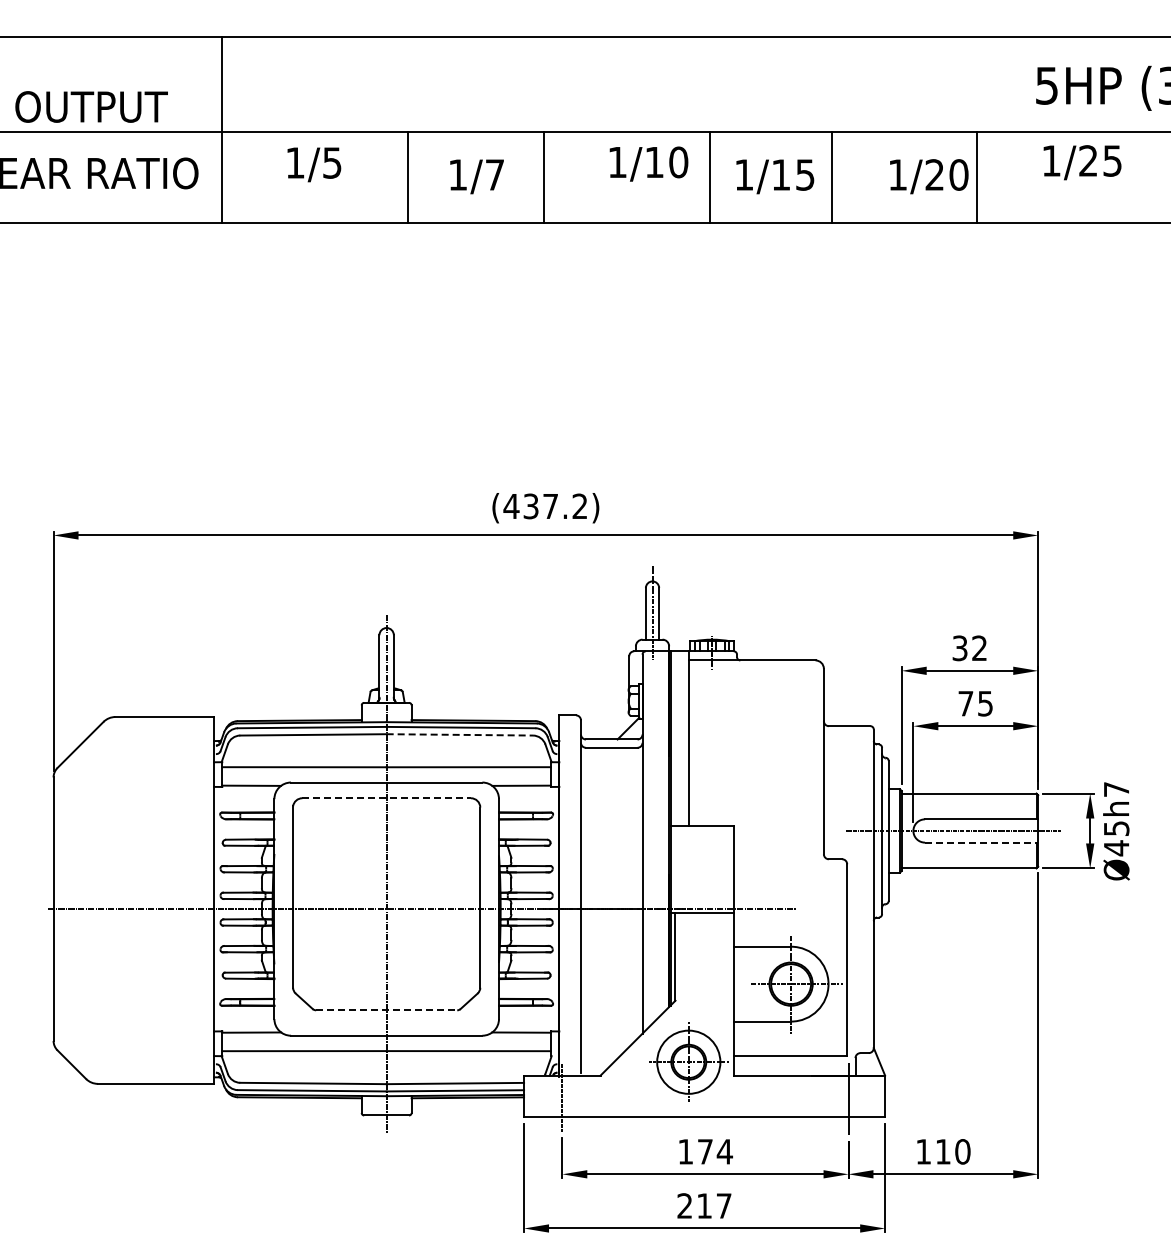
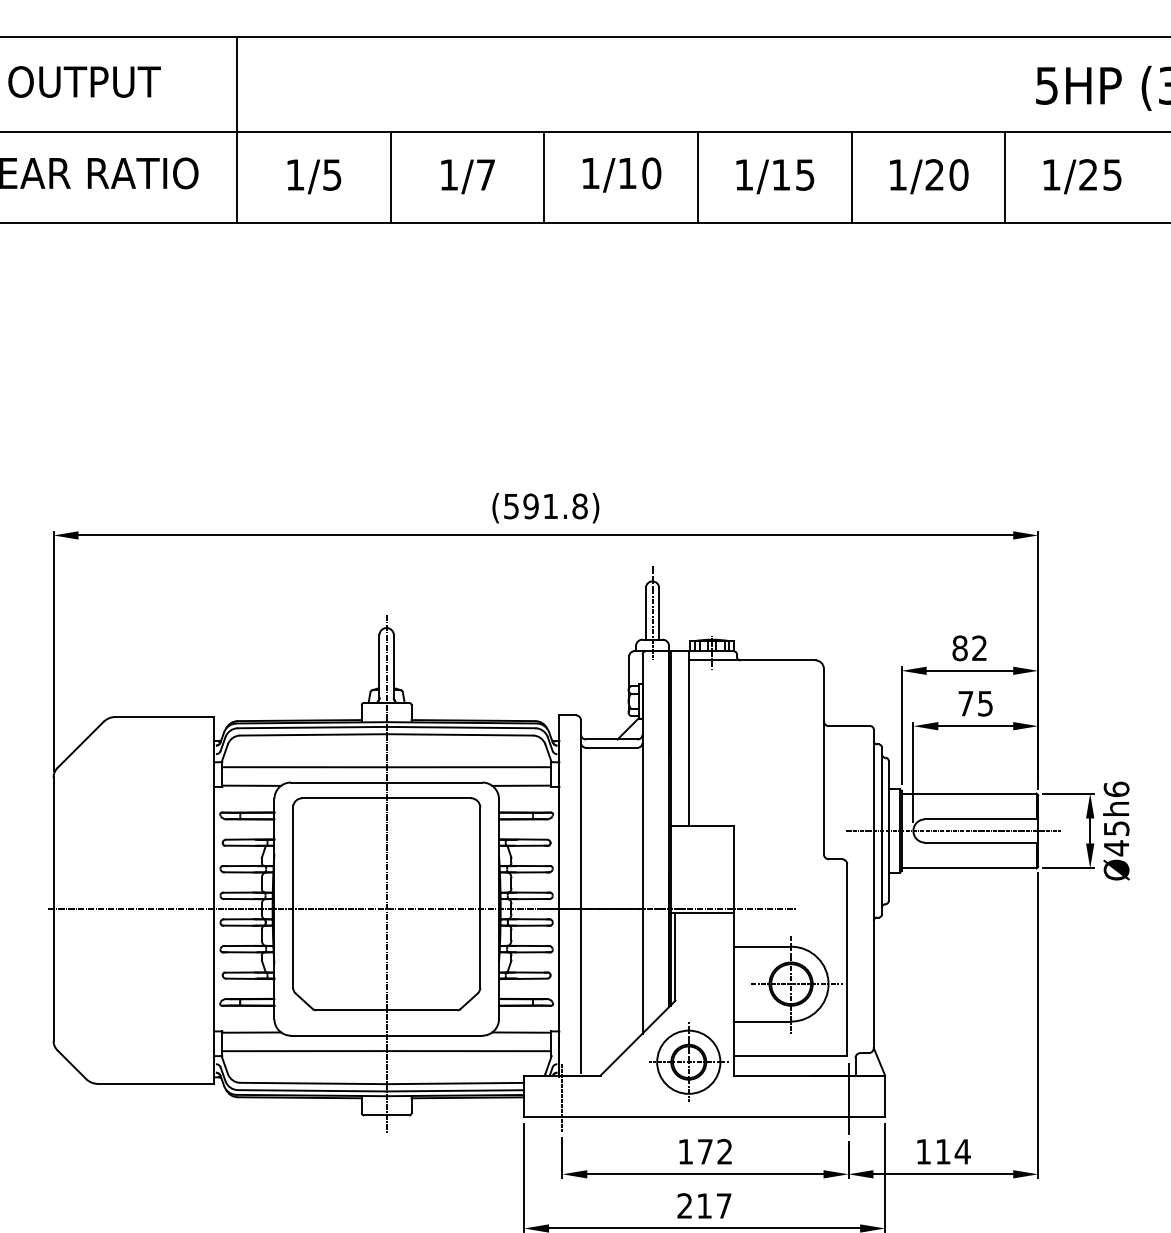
text at (91, 106) position: (91, 106) -> (84, 81)
line at (222, 129) position: (222, 129) -> (237, 129)
text at (1082, 162) position: (1082, 162) -> (1082, 176)
text at (648, 163) position: (648, 163) -> (621, 174)
text at (314, 164) position: (314, 164) -> (314, 176)
text at (476, 176) position: (476, 176) -> (467, 176)
line at (407, 177) position: (407, 177) -> (390, 177)
line at (710, 177) position: (710, 177) -> (698, 177)
line at (831, 177) position: (831, 177) -> (851, 177)
line at (977, 177) position: (977, 177) -> (1005, 177)
text at (545, 506): (437.2) -> (591.8)
text at (959, 648): 32 -> 82
line at (460, 734): dashed -> solid
text at (1116, 789): Ø45h7 -> Ø45h6
line at (387, 798): dashed -> solid
line at (981, 842): dashed -> solid
line at (386, 1010): dashed -> solid
text at (724, 1151): 174 -> 172
text at (962, 1151): 110 -> 114
